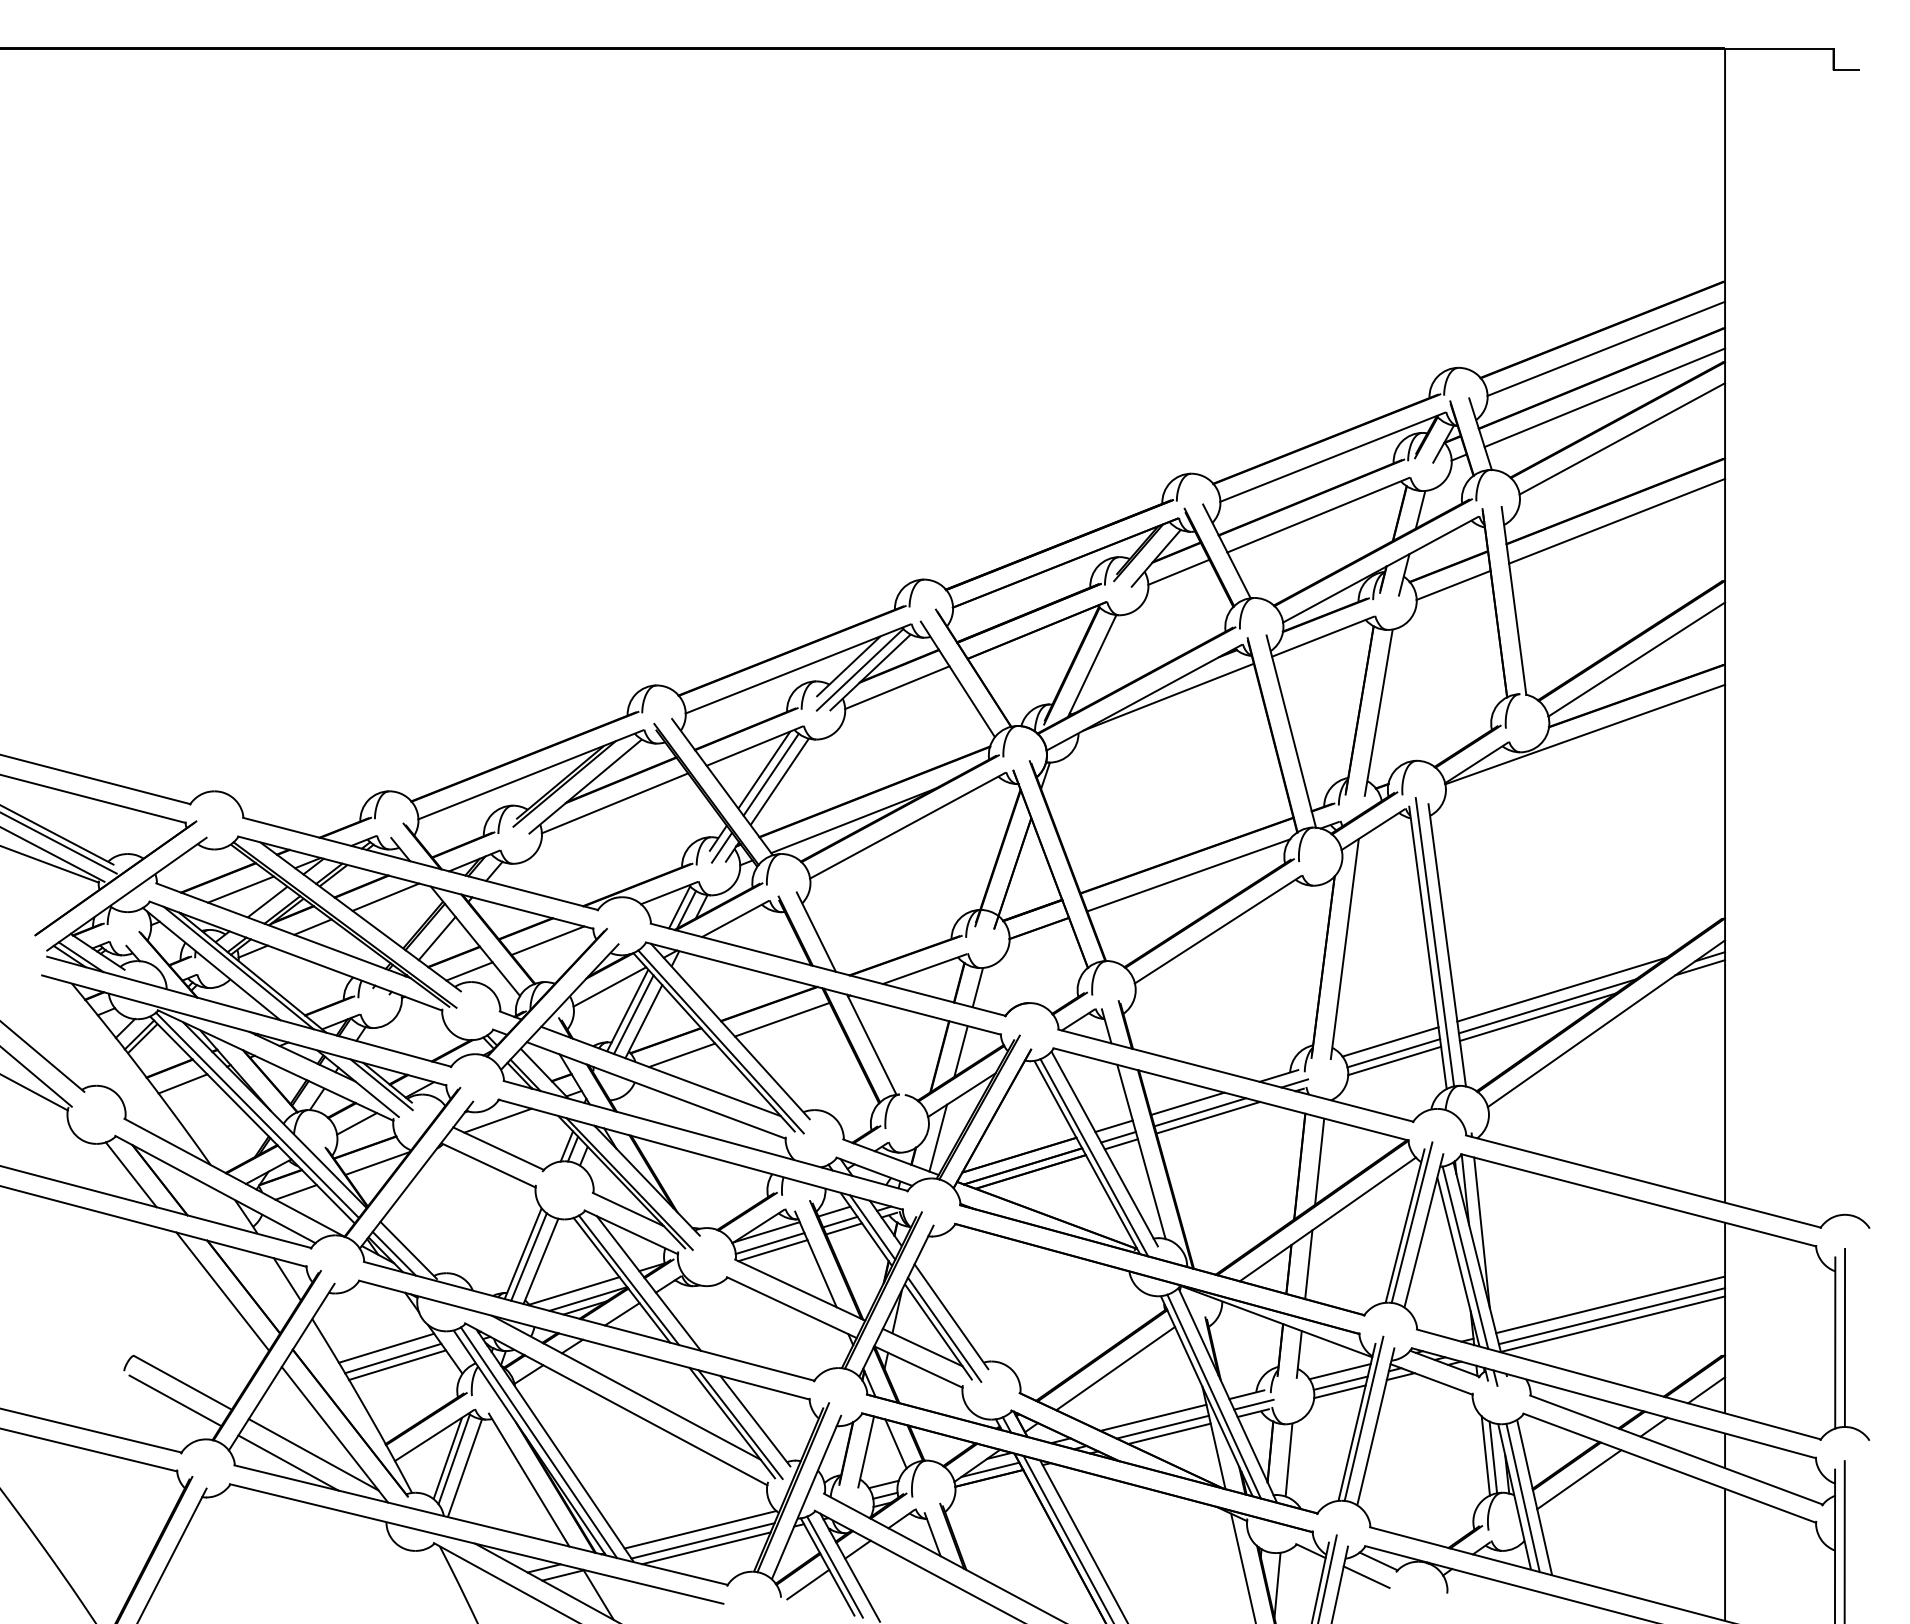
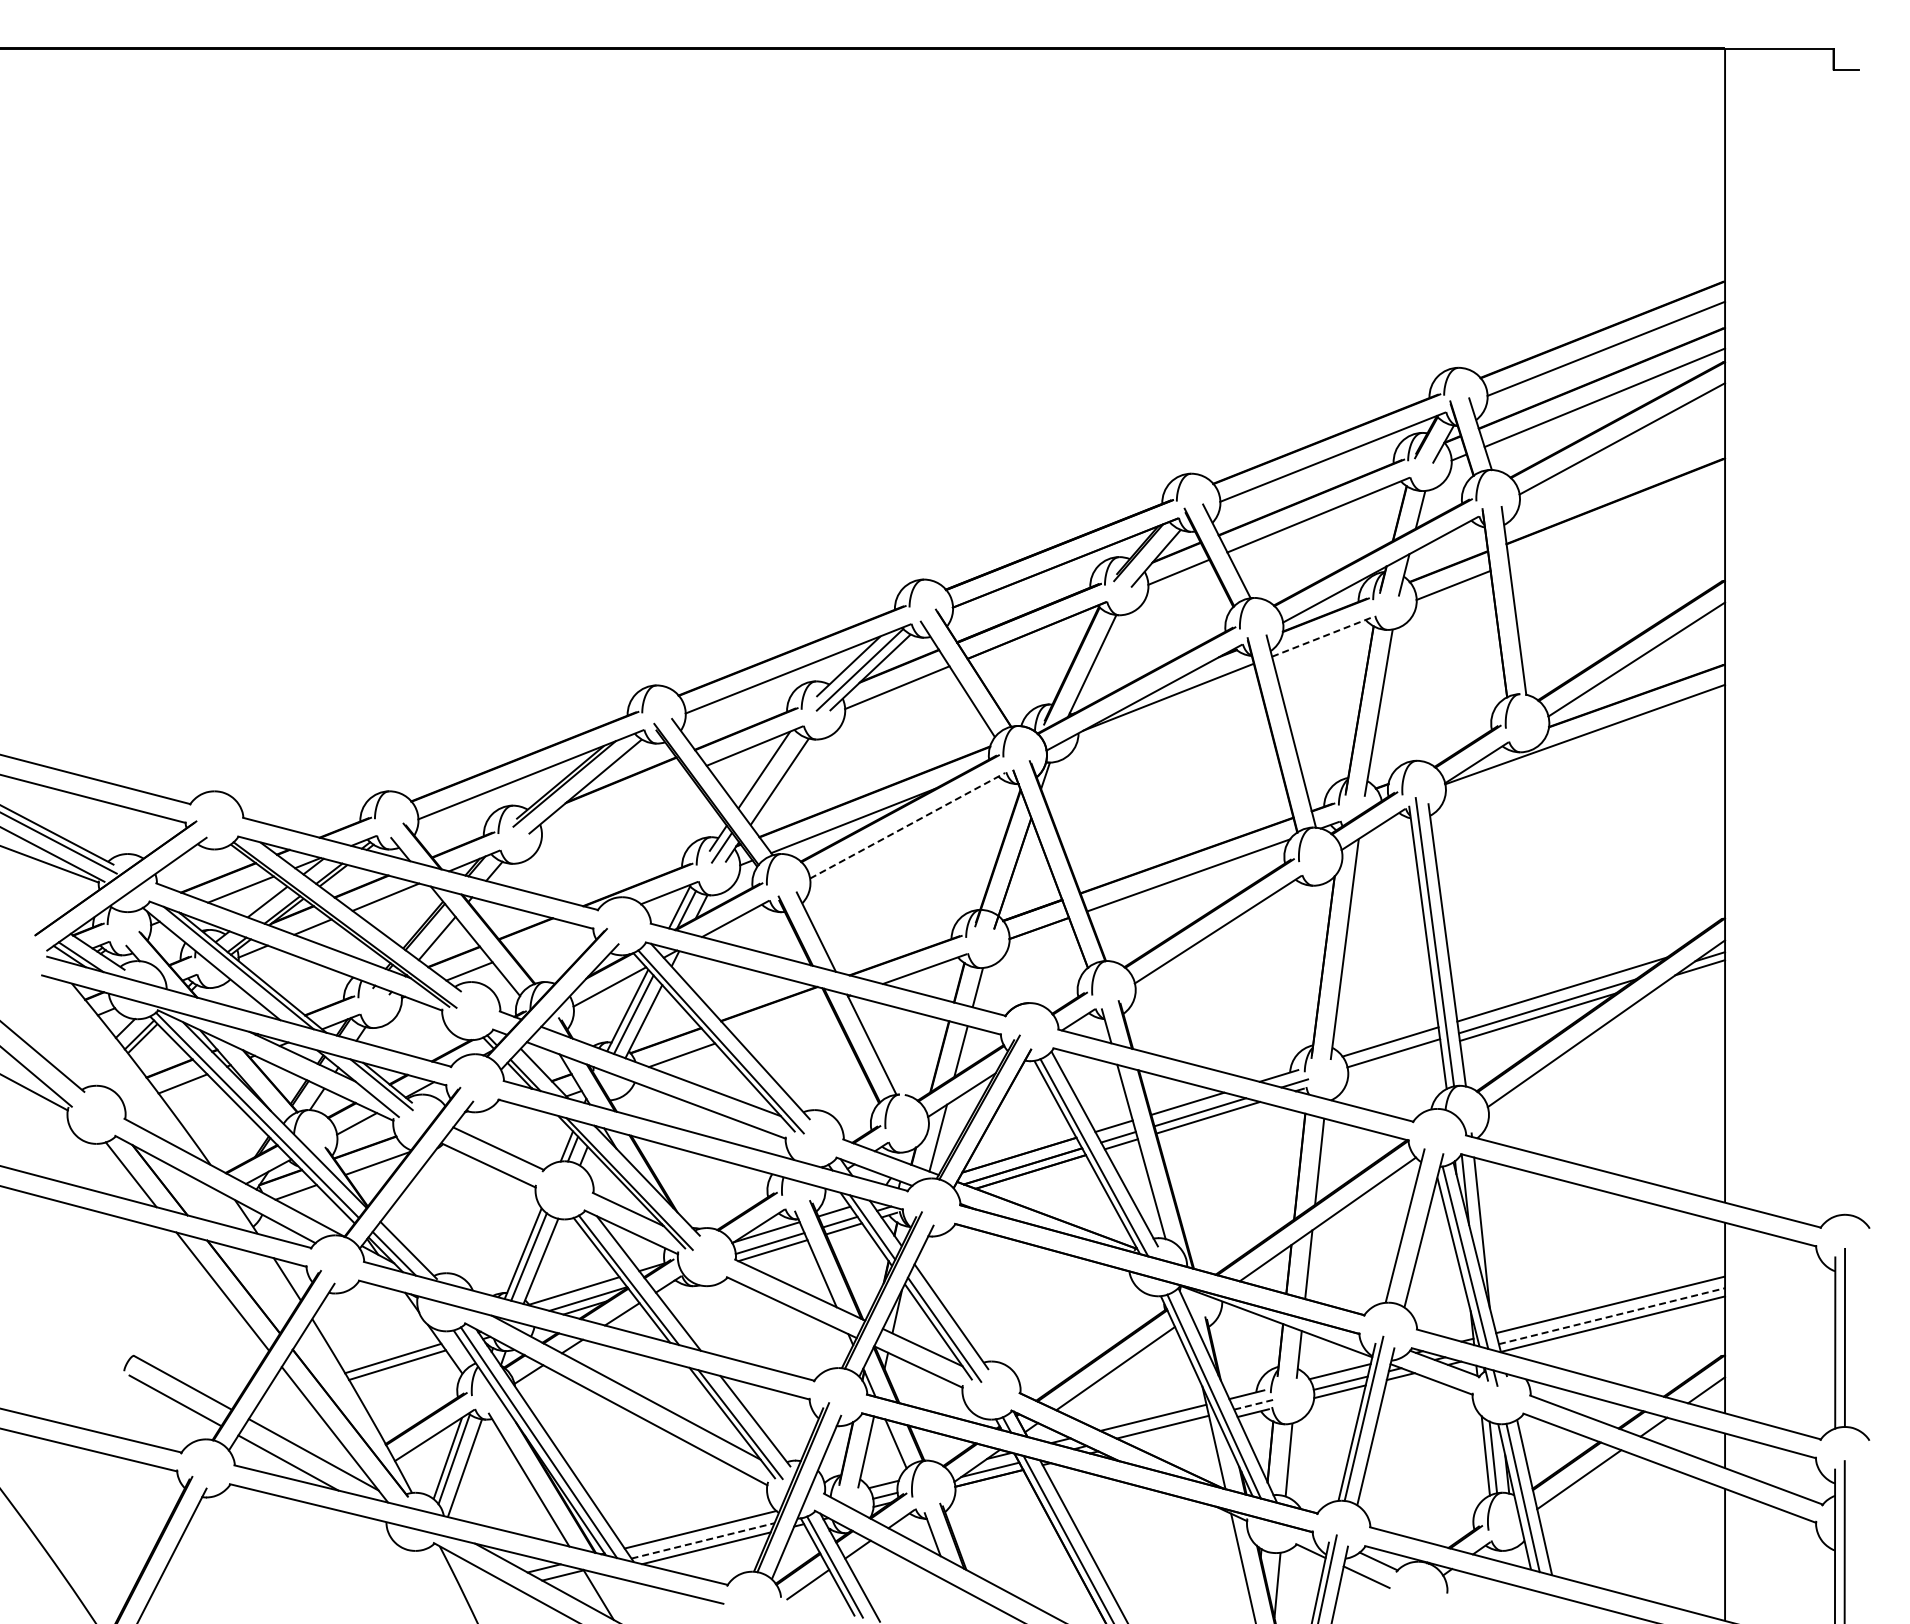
line at (1617, 520): present -> none
line at (1322, 636): solid -> dashed
line at (770, 774): present -> none
line at (614, 803): present -> none
line at (907, 825): solid -> dashed
line at (547, 940): present -> none
line at (781, 1019): present -> none
line at (1394, 1060): present -> none
line at (497, 1120): present -> none
line at (1411, 1222): present -> none
line at (1612, 1316): solid -> dashed
line at (386, 1347): present -> none
line at (1254, 1404): solid -> dashed
line at (1169, 1433): present -> none
line at (703, 1540): solid -> dashed
